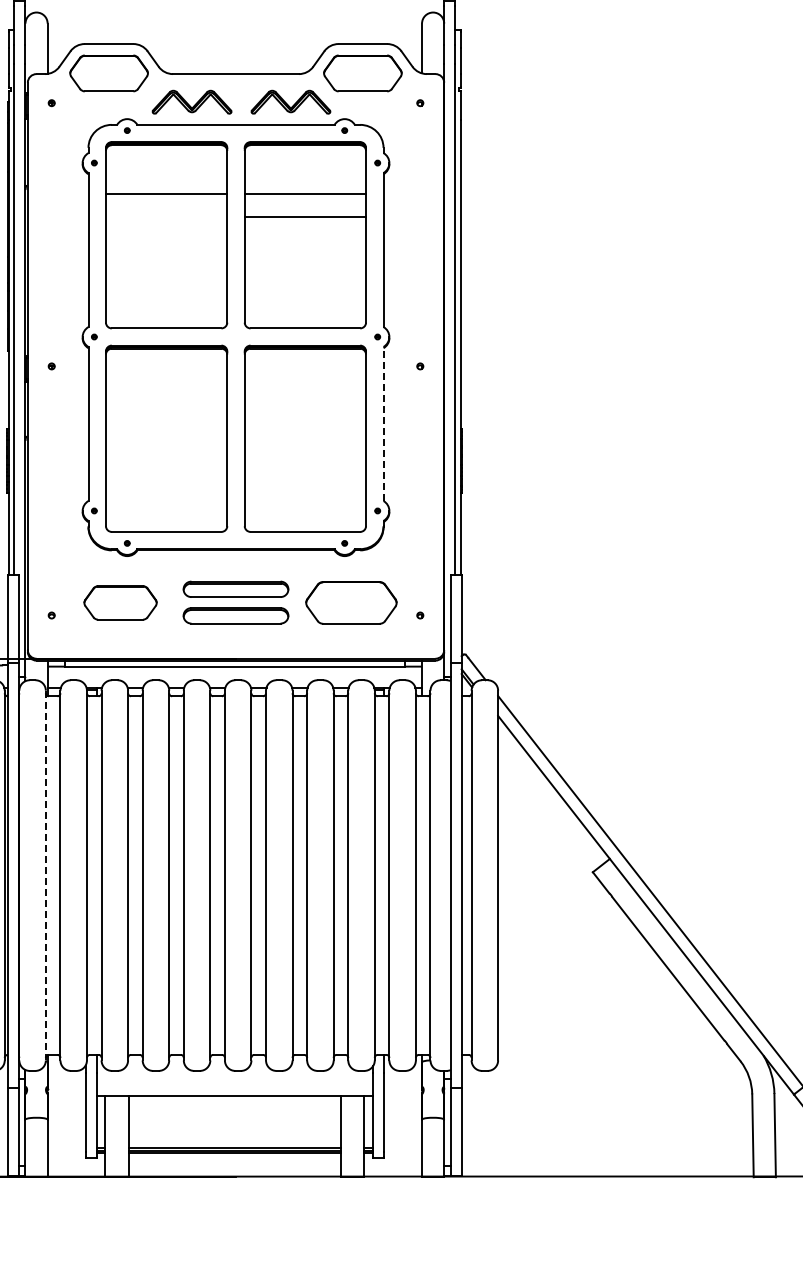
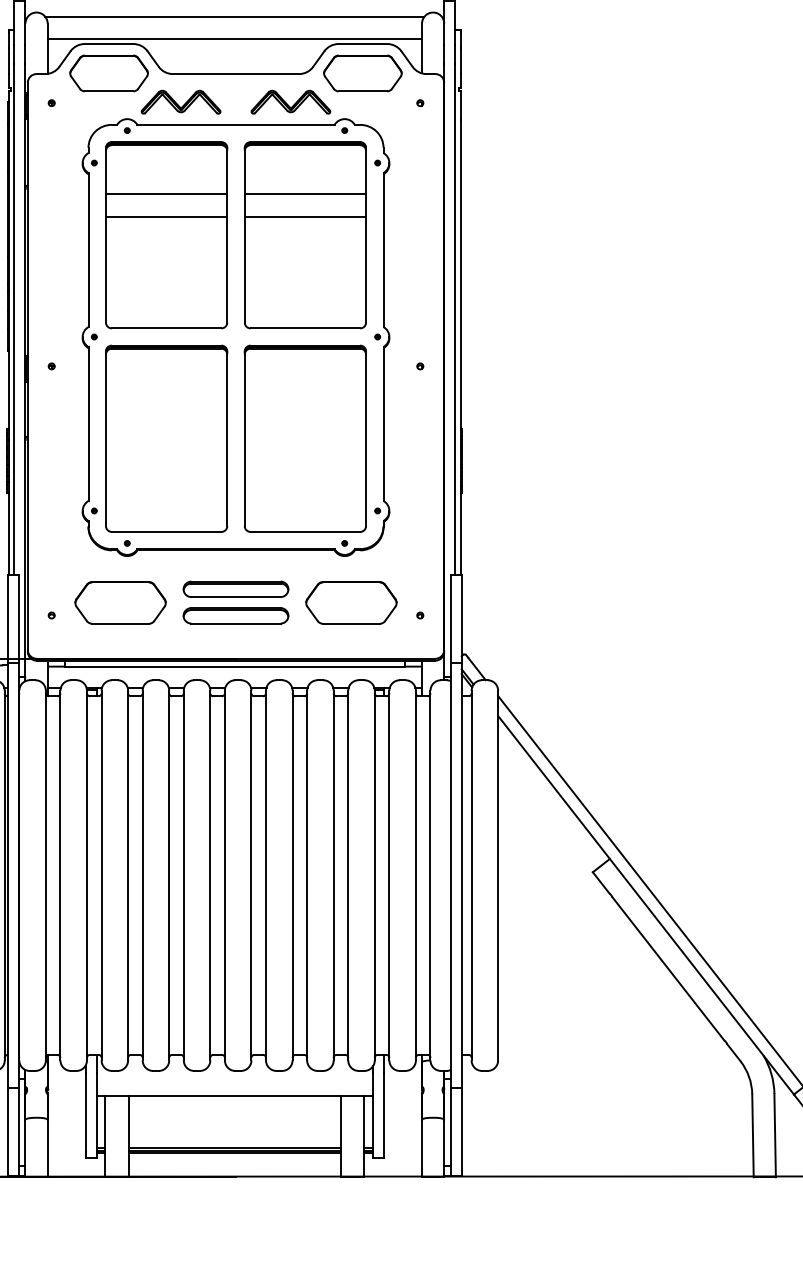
line at (234, 16): none -> present
line at (234, 38): none -> present
part at (191, 101) position: (191, 101) -> (180, 101)
line at (166, 216): none -> present
line at (383, 423): dashed -> solid
part at (120, 602) size: 75x36 px -> 93x44 px
line at (45, 875): dashed -> solid
